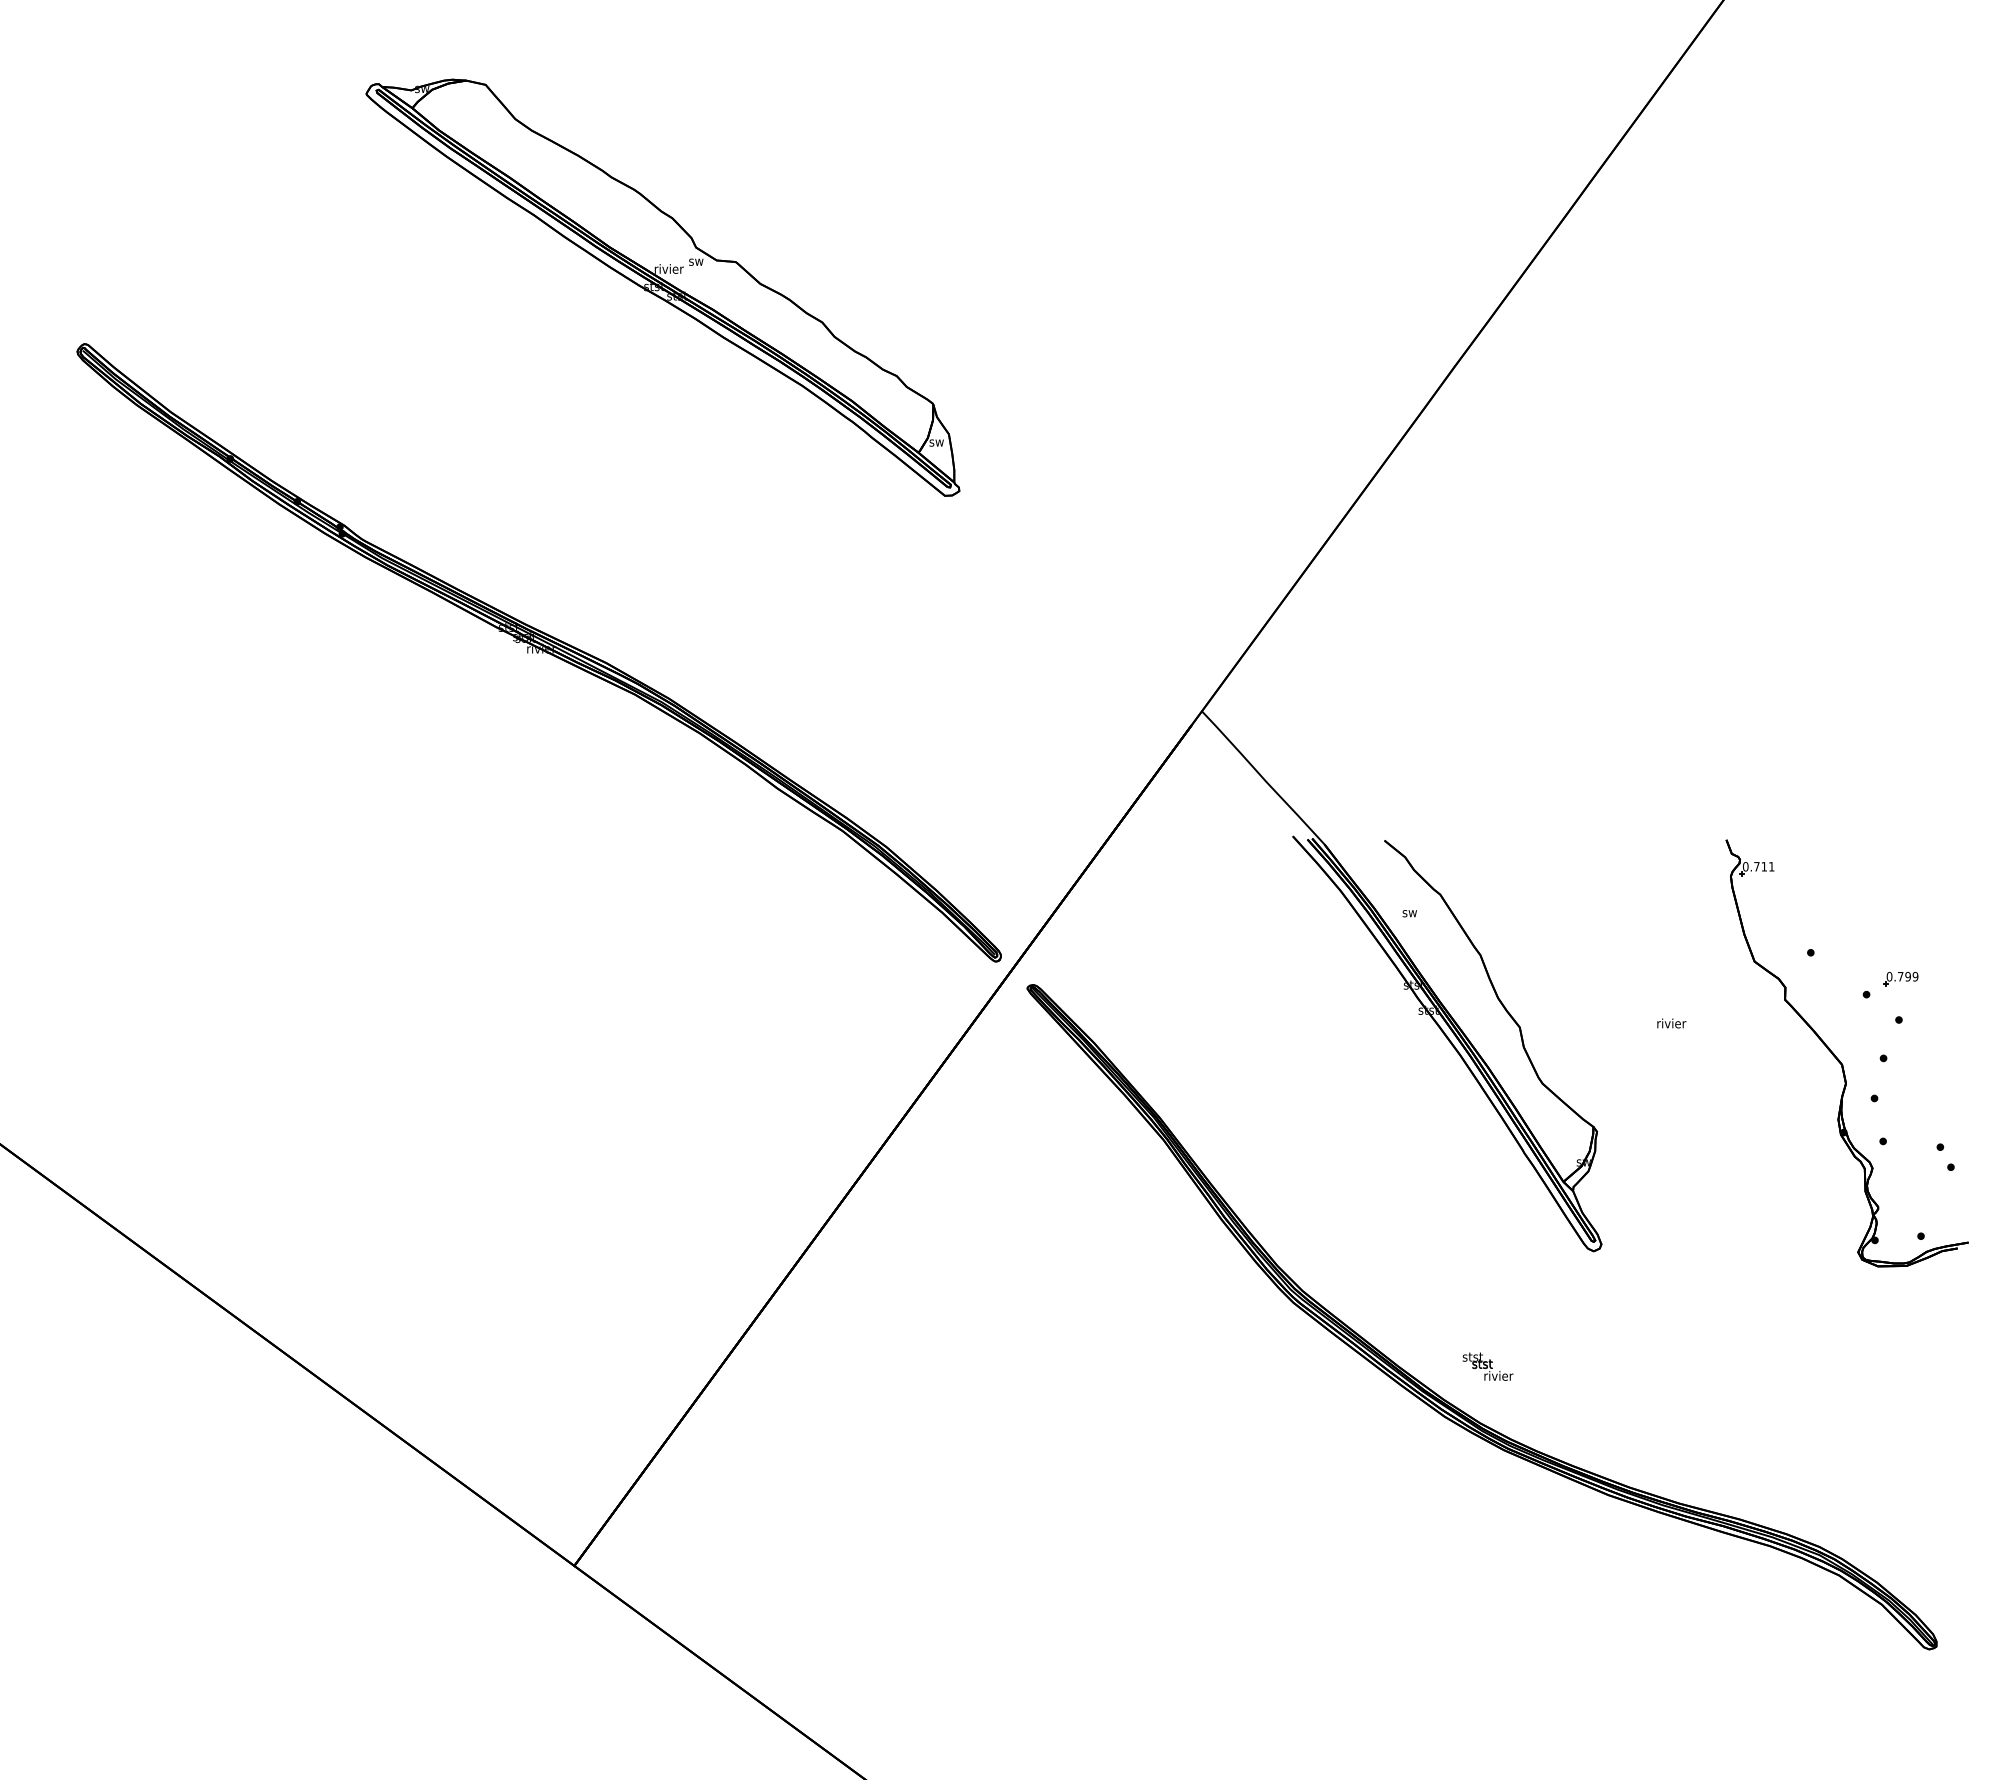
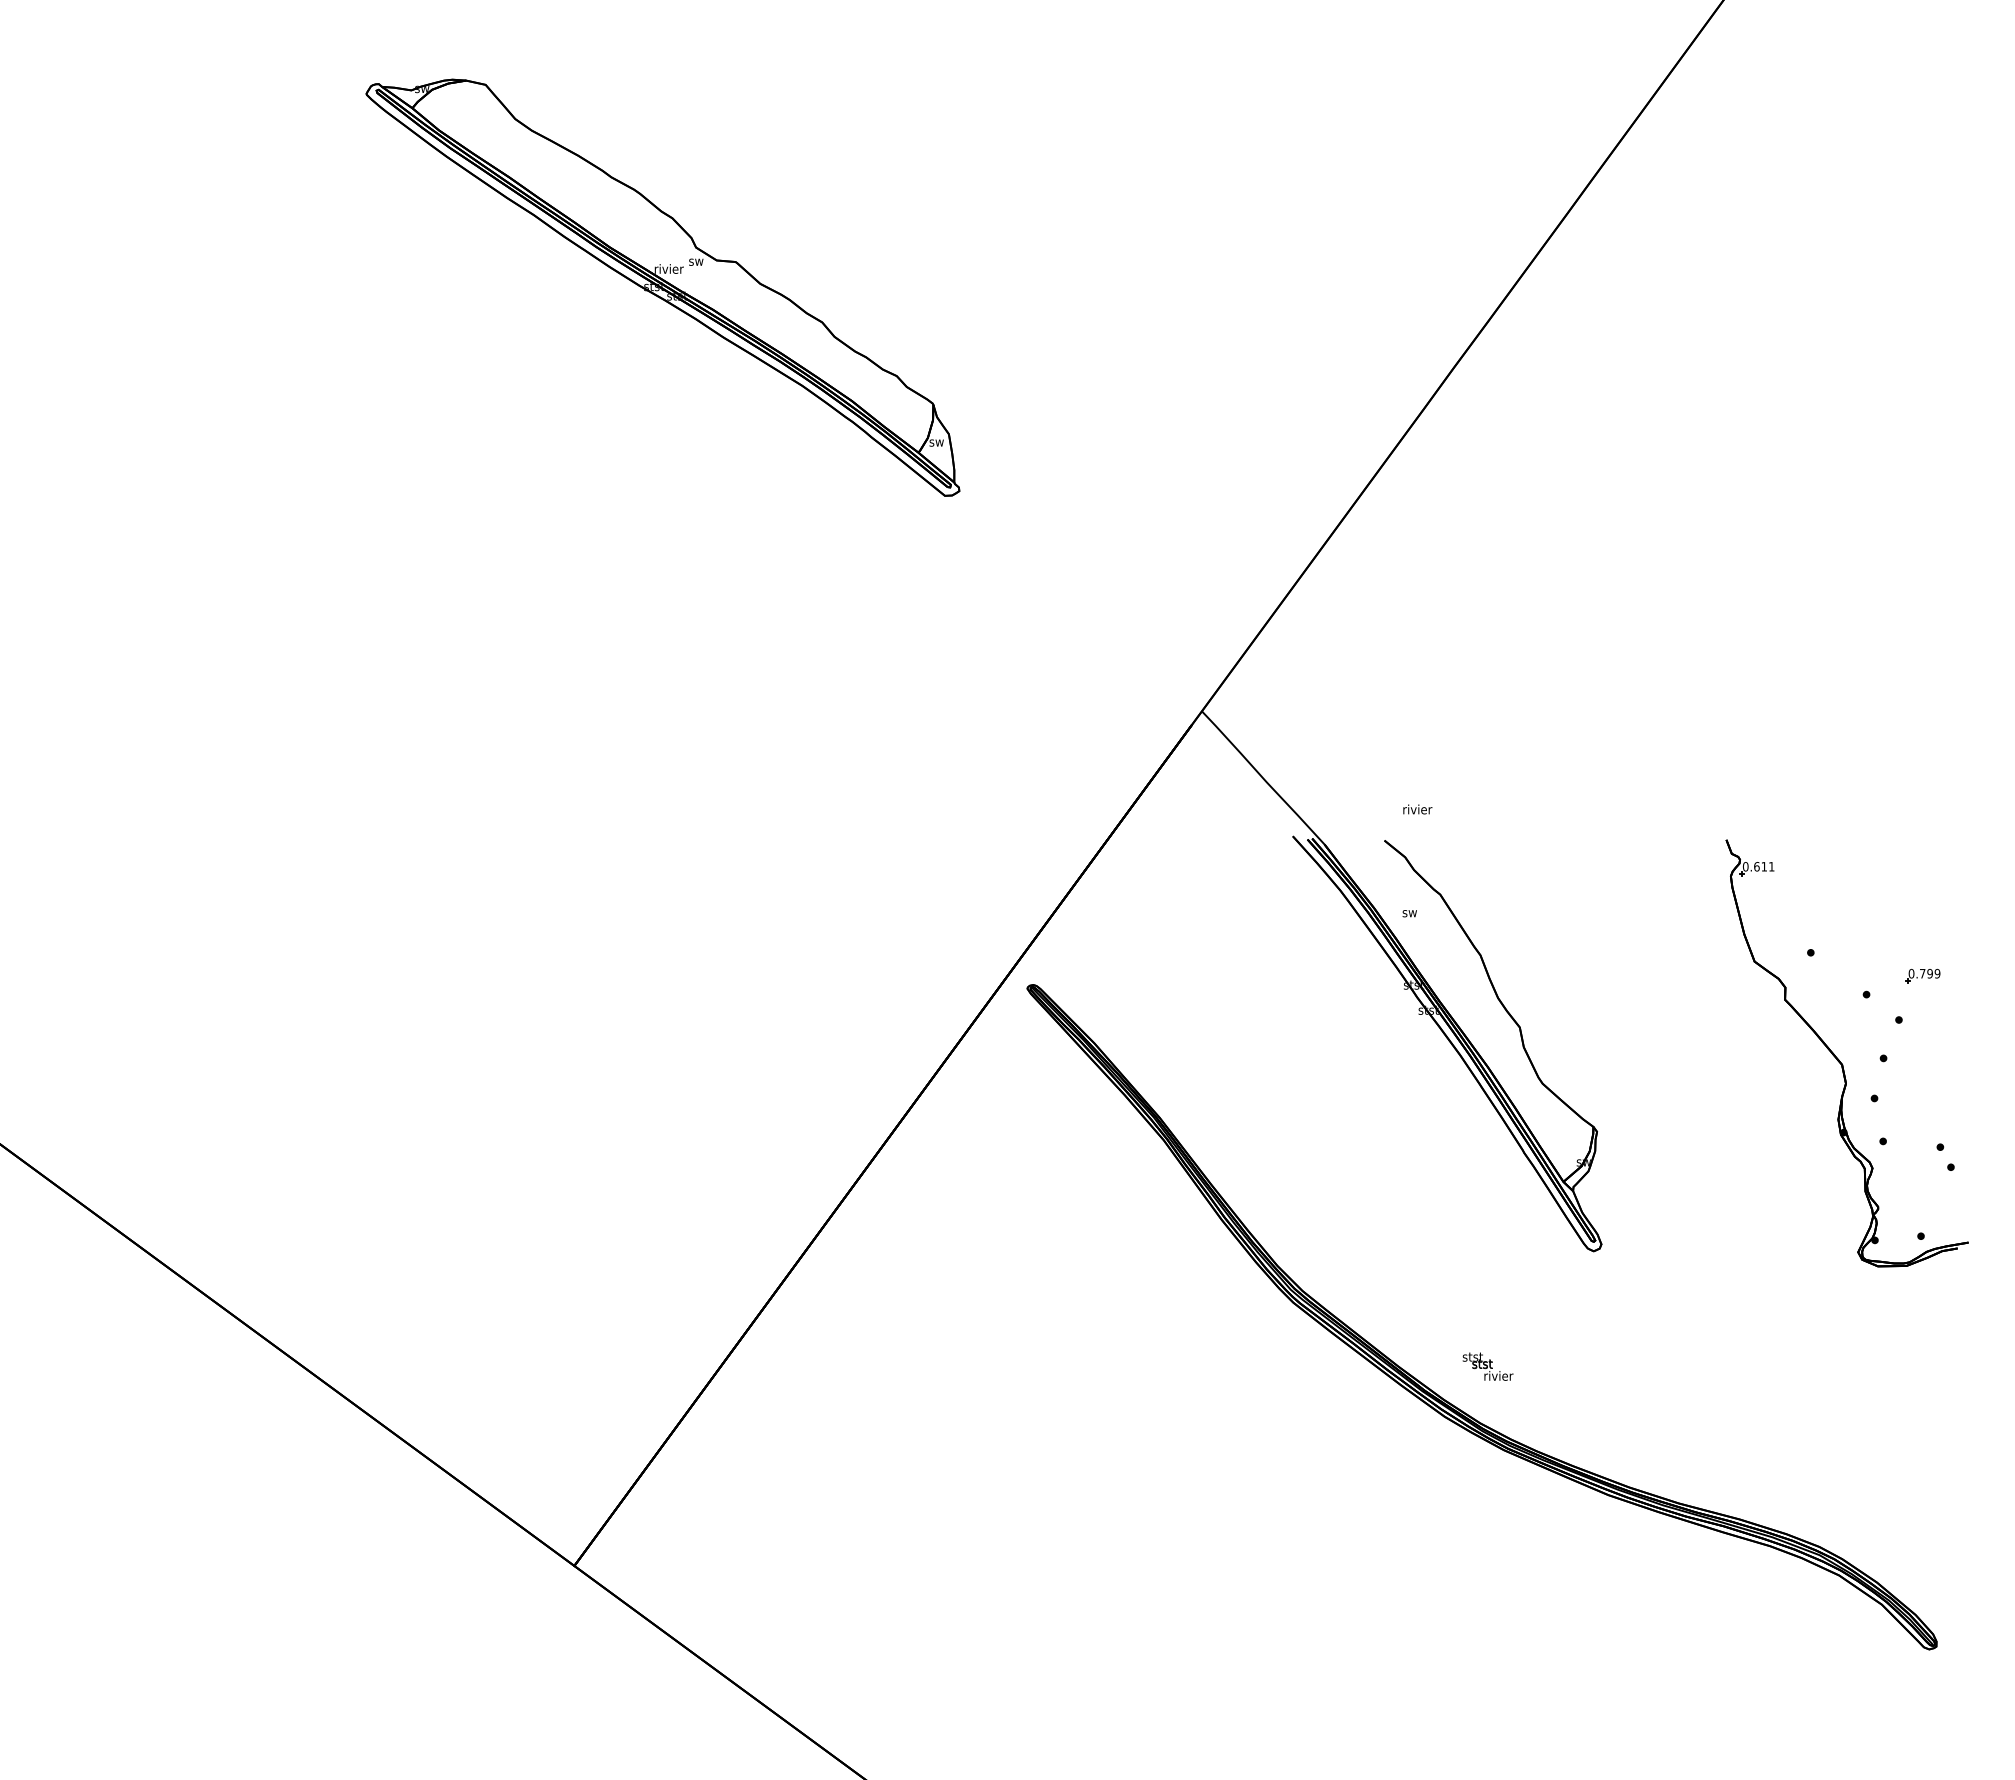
part at (538, 652): present -> none
text at (1756, 866): 0.711 -> 0.611
part at (1900, 978) position: (1900, 978) -> (1922, 975)
text at (1671, 1023) position: (1671, 1023) -> (1417, 809)
